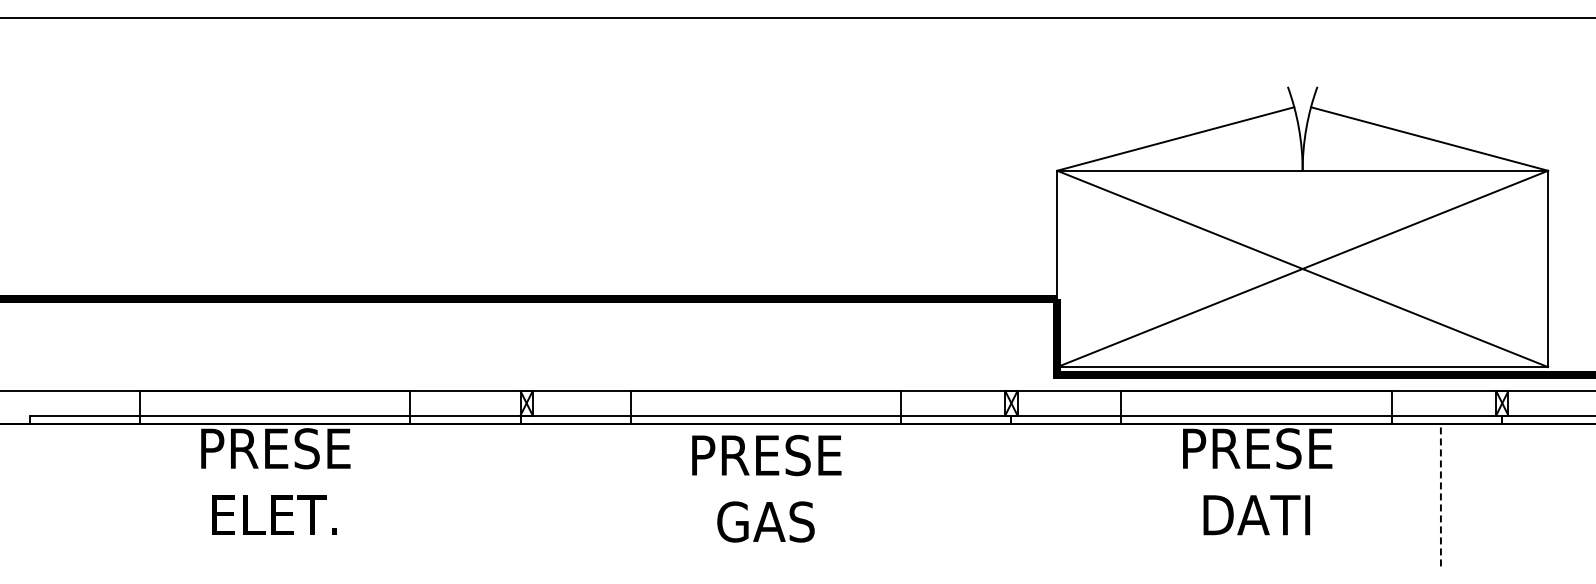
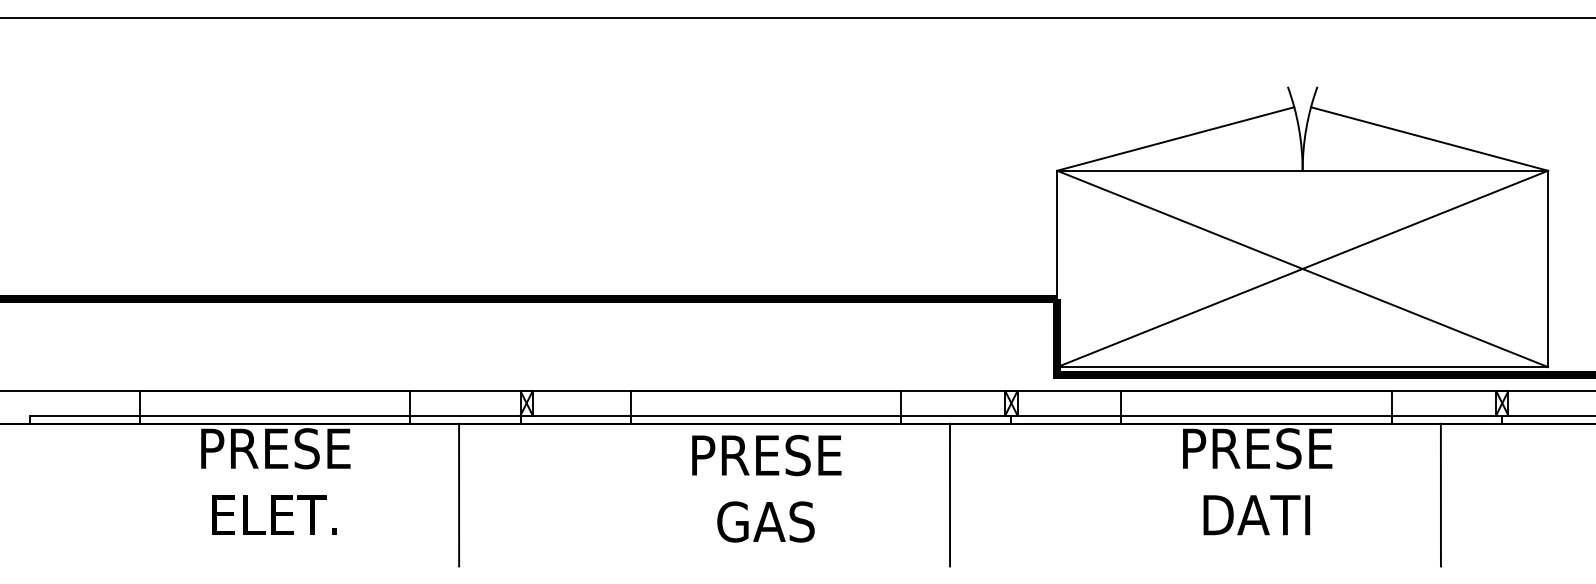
line at (459, 494): none -> present
line at (949, 494): none -> present
line at (1440, 494): dashed -> solid
